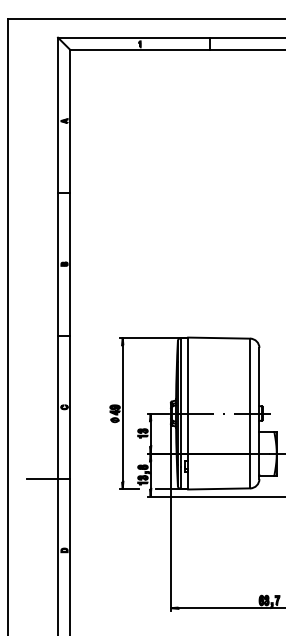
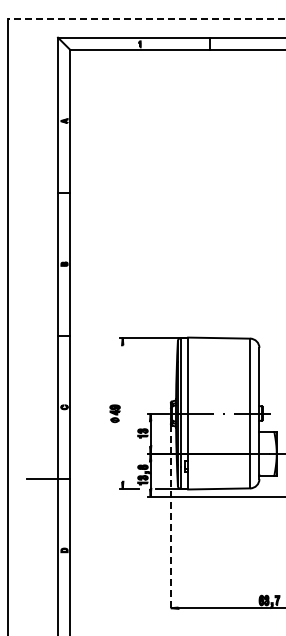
line at (146, 19): solid -> dashed
line at (122, 413): present -> none
line at (170, 518): solid -> dashed
